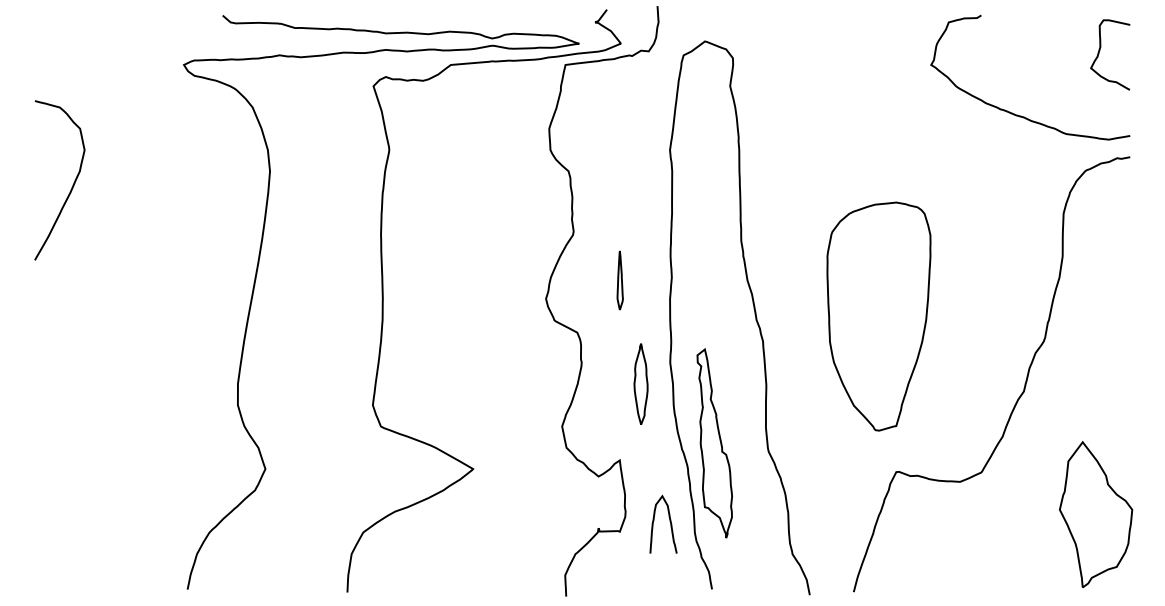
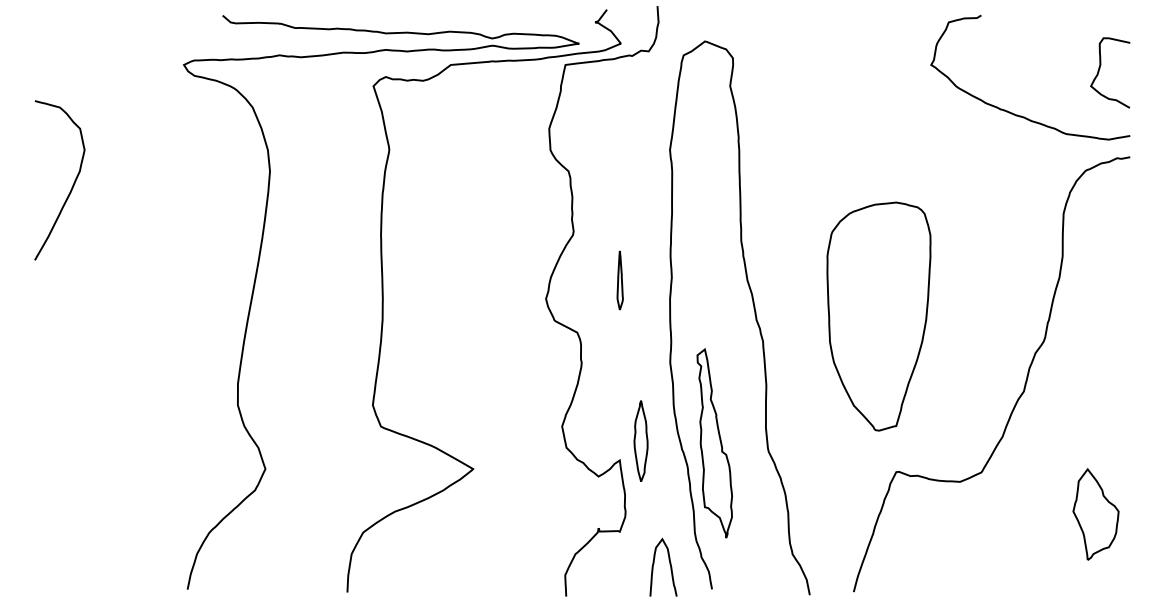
curve at (1100, 50) position: (1100, 50) -> (1100, 68)
part at (640, 383) position: (640, 383) -> (640, 440)
part at (1096, 514) size: 75x147 px -> 48x93 px
curve at (669, 521) position: (669, 521) -> (669, 564)
